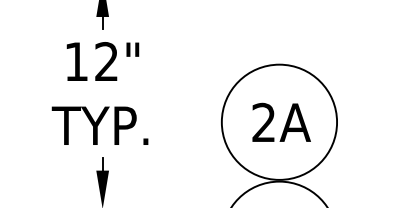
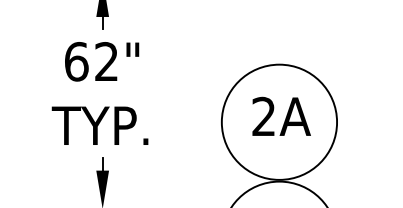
text at (76, 61): 12" -> 62"
text at (281, 121) position: (281, 121) -> (281, 115)
